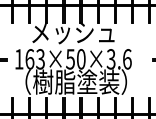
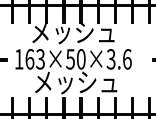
text at (76, 81): （樹脂塗装） -> メッシュ
